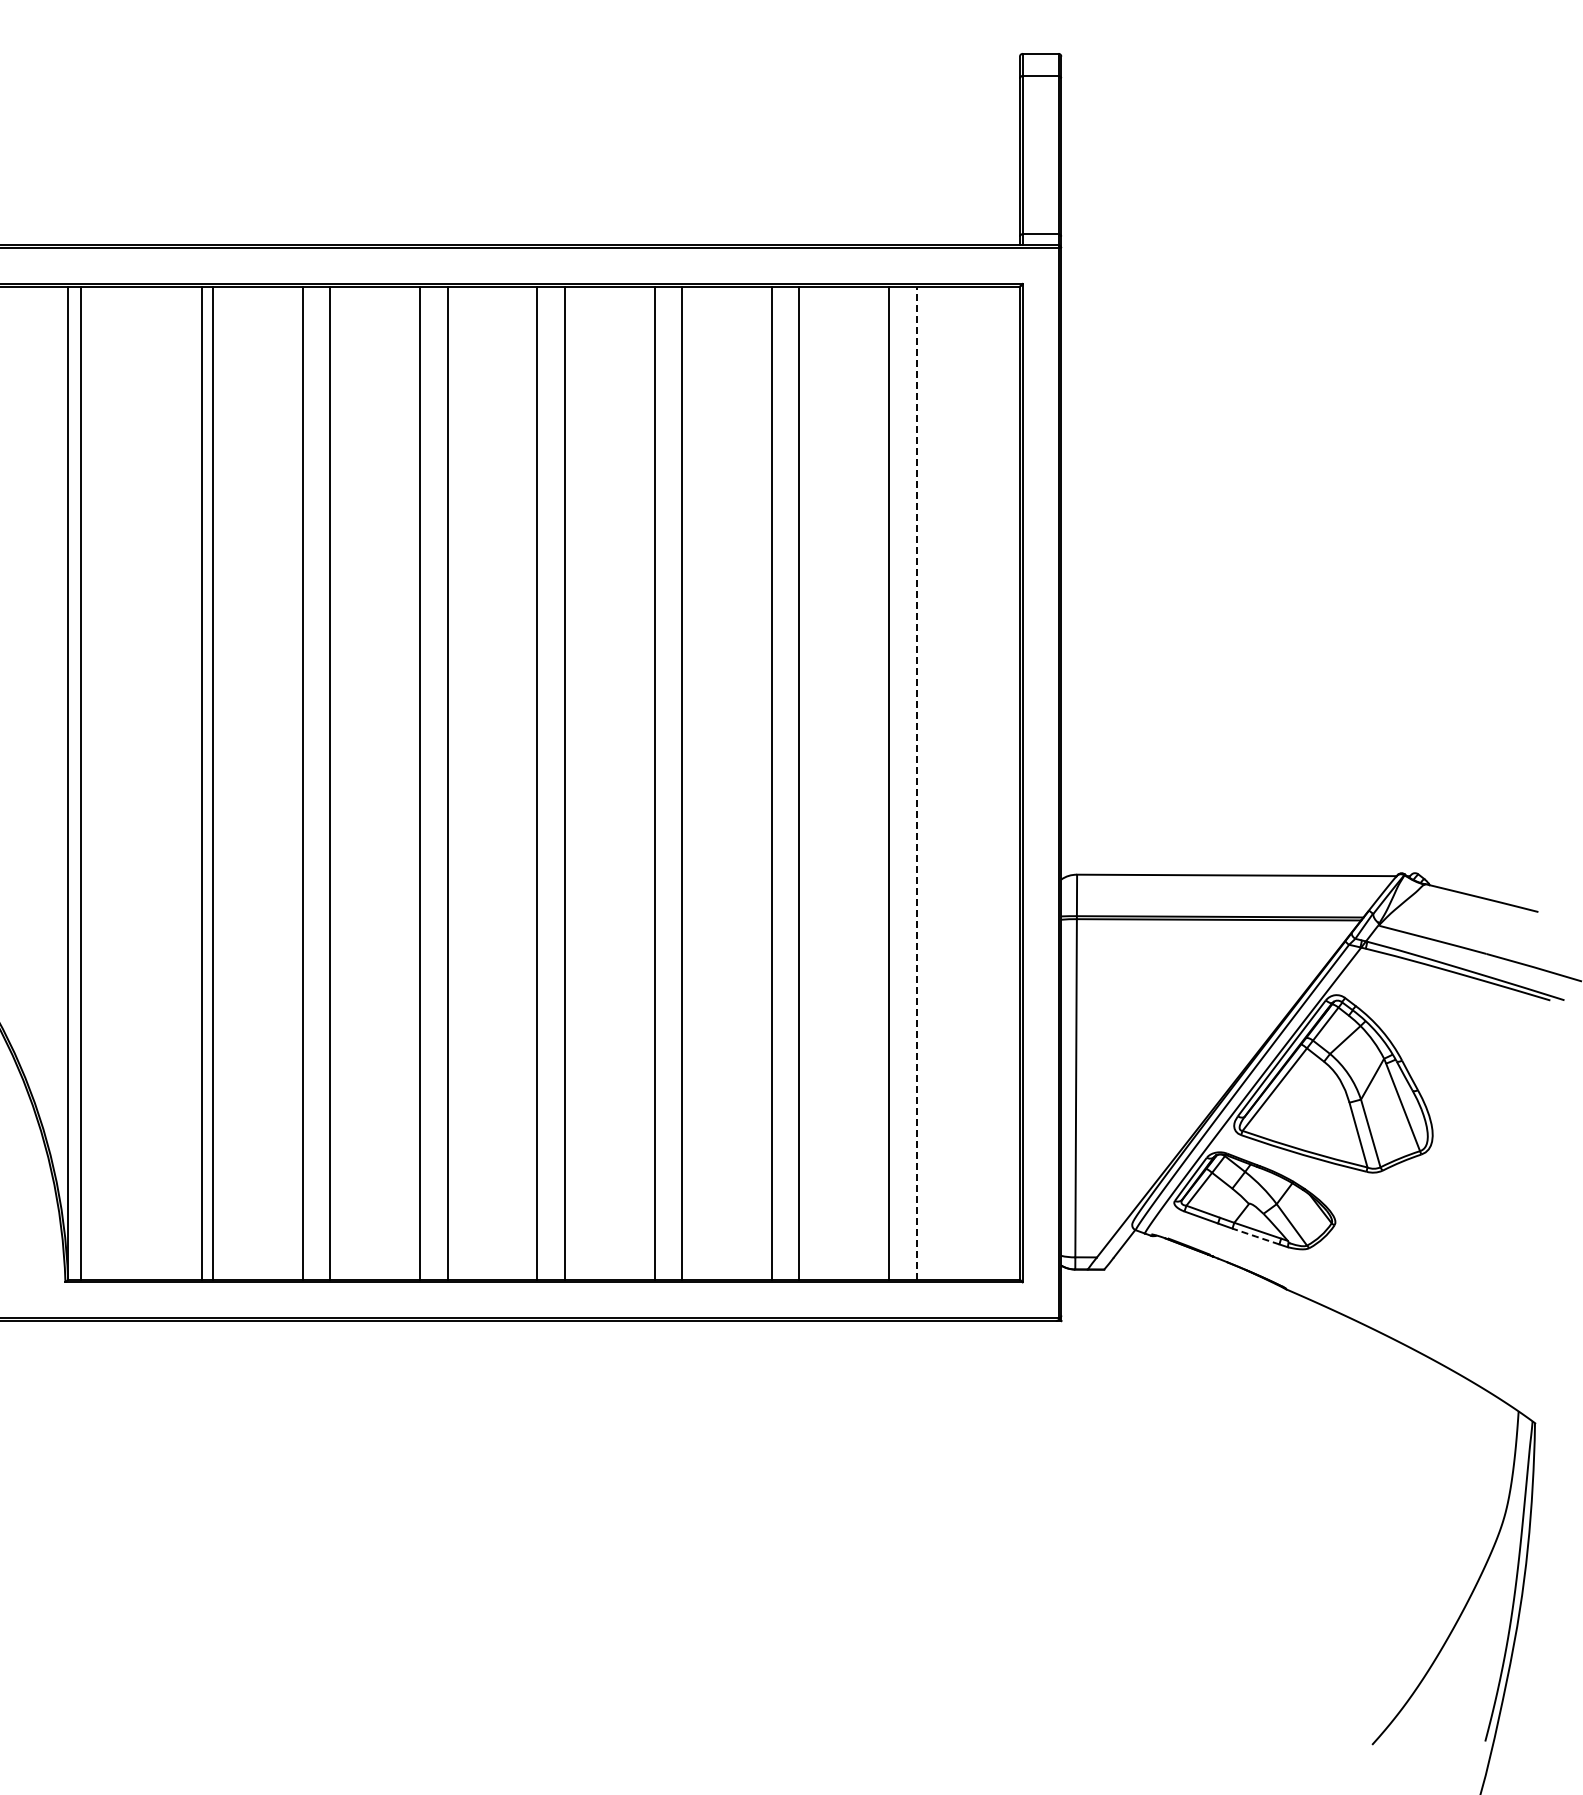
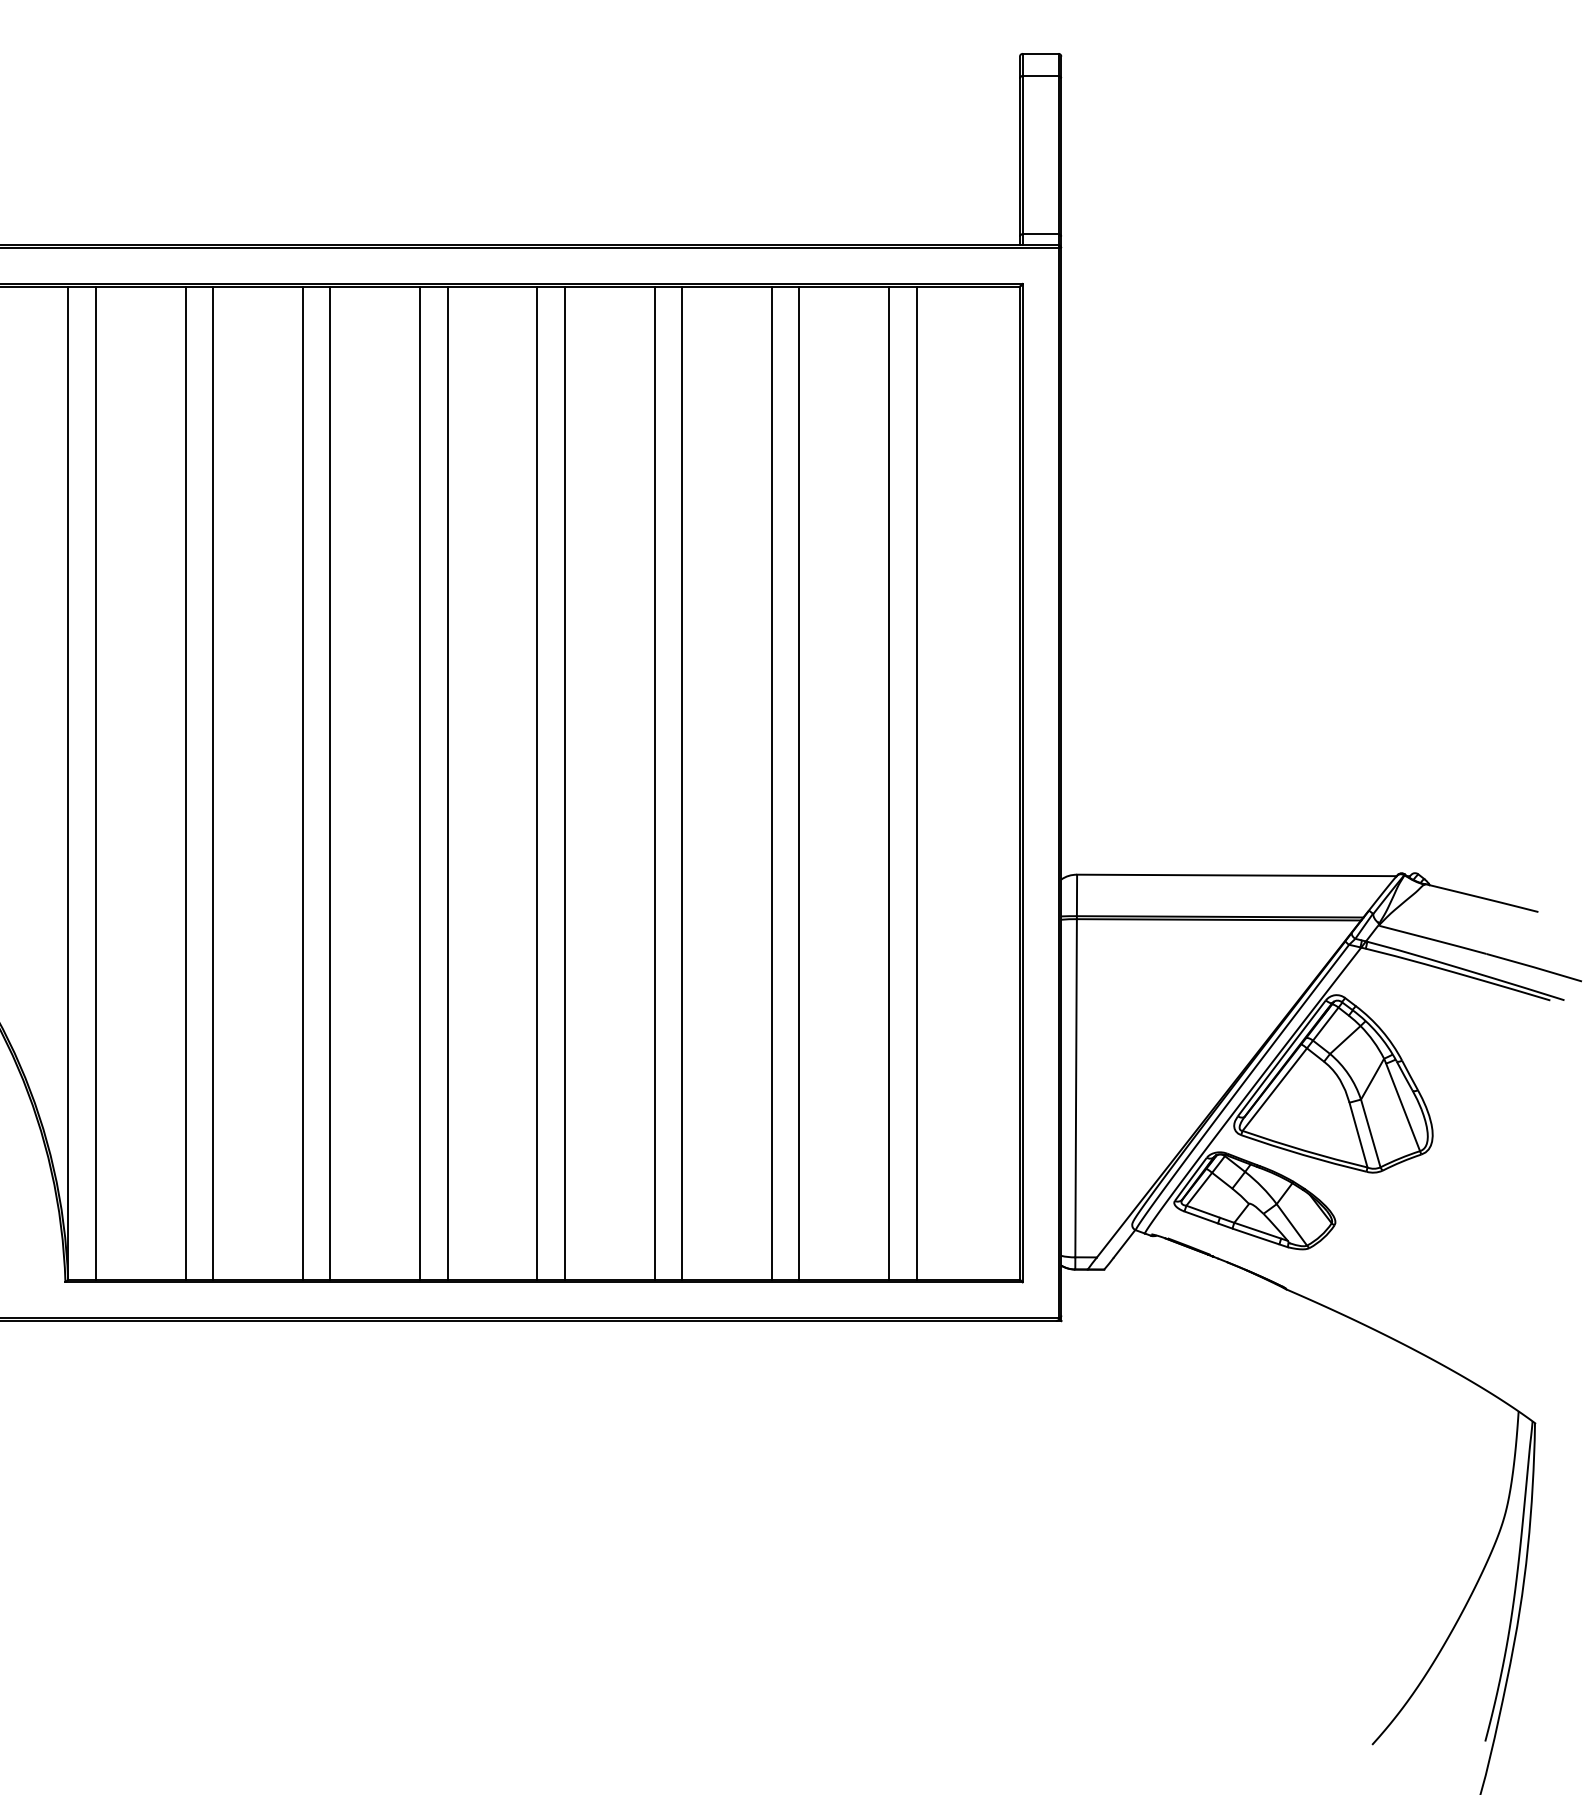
line at (81, 782) position: (81, 782) -> (96, 782)
line at (201, 782) position: (201, 782) -> (185, 782)
line at (916, 782): dashed -> solid
line at (1255, 1236): dashed -> solid
